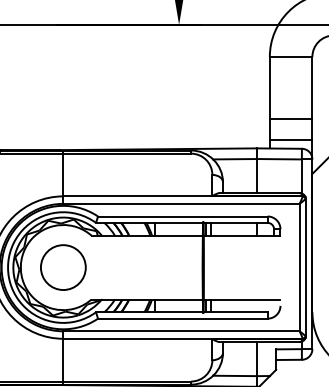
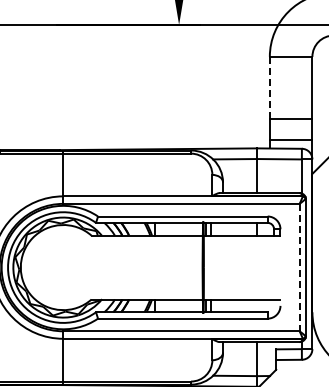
line at (269, 87): solid -> dashed
circle at (63, 267): present -> none
line at (299, 267): solid -> dashed
